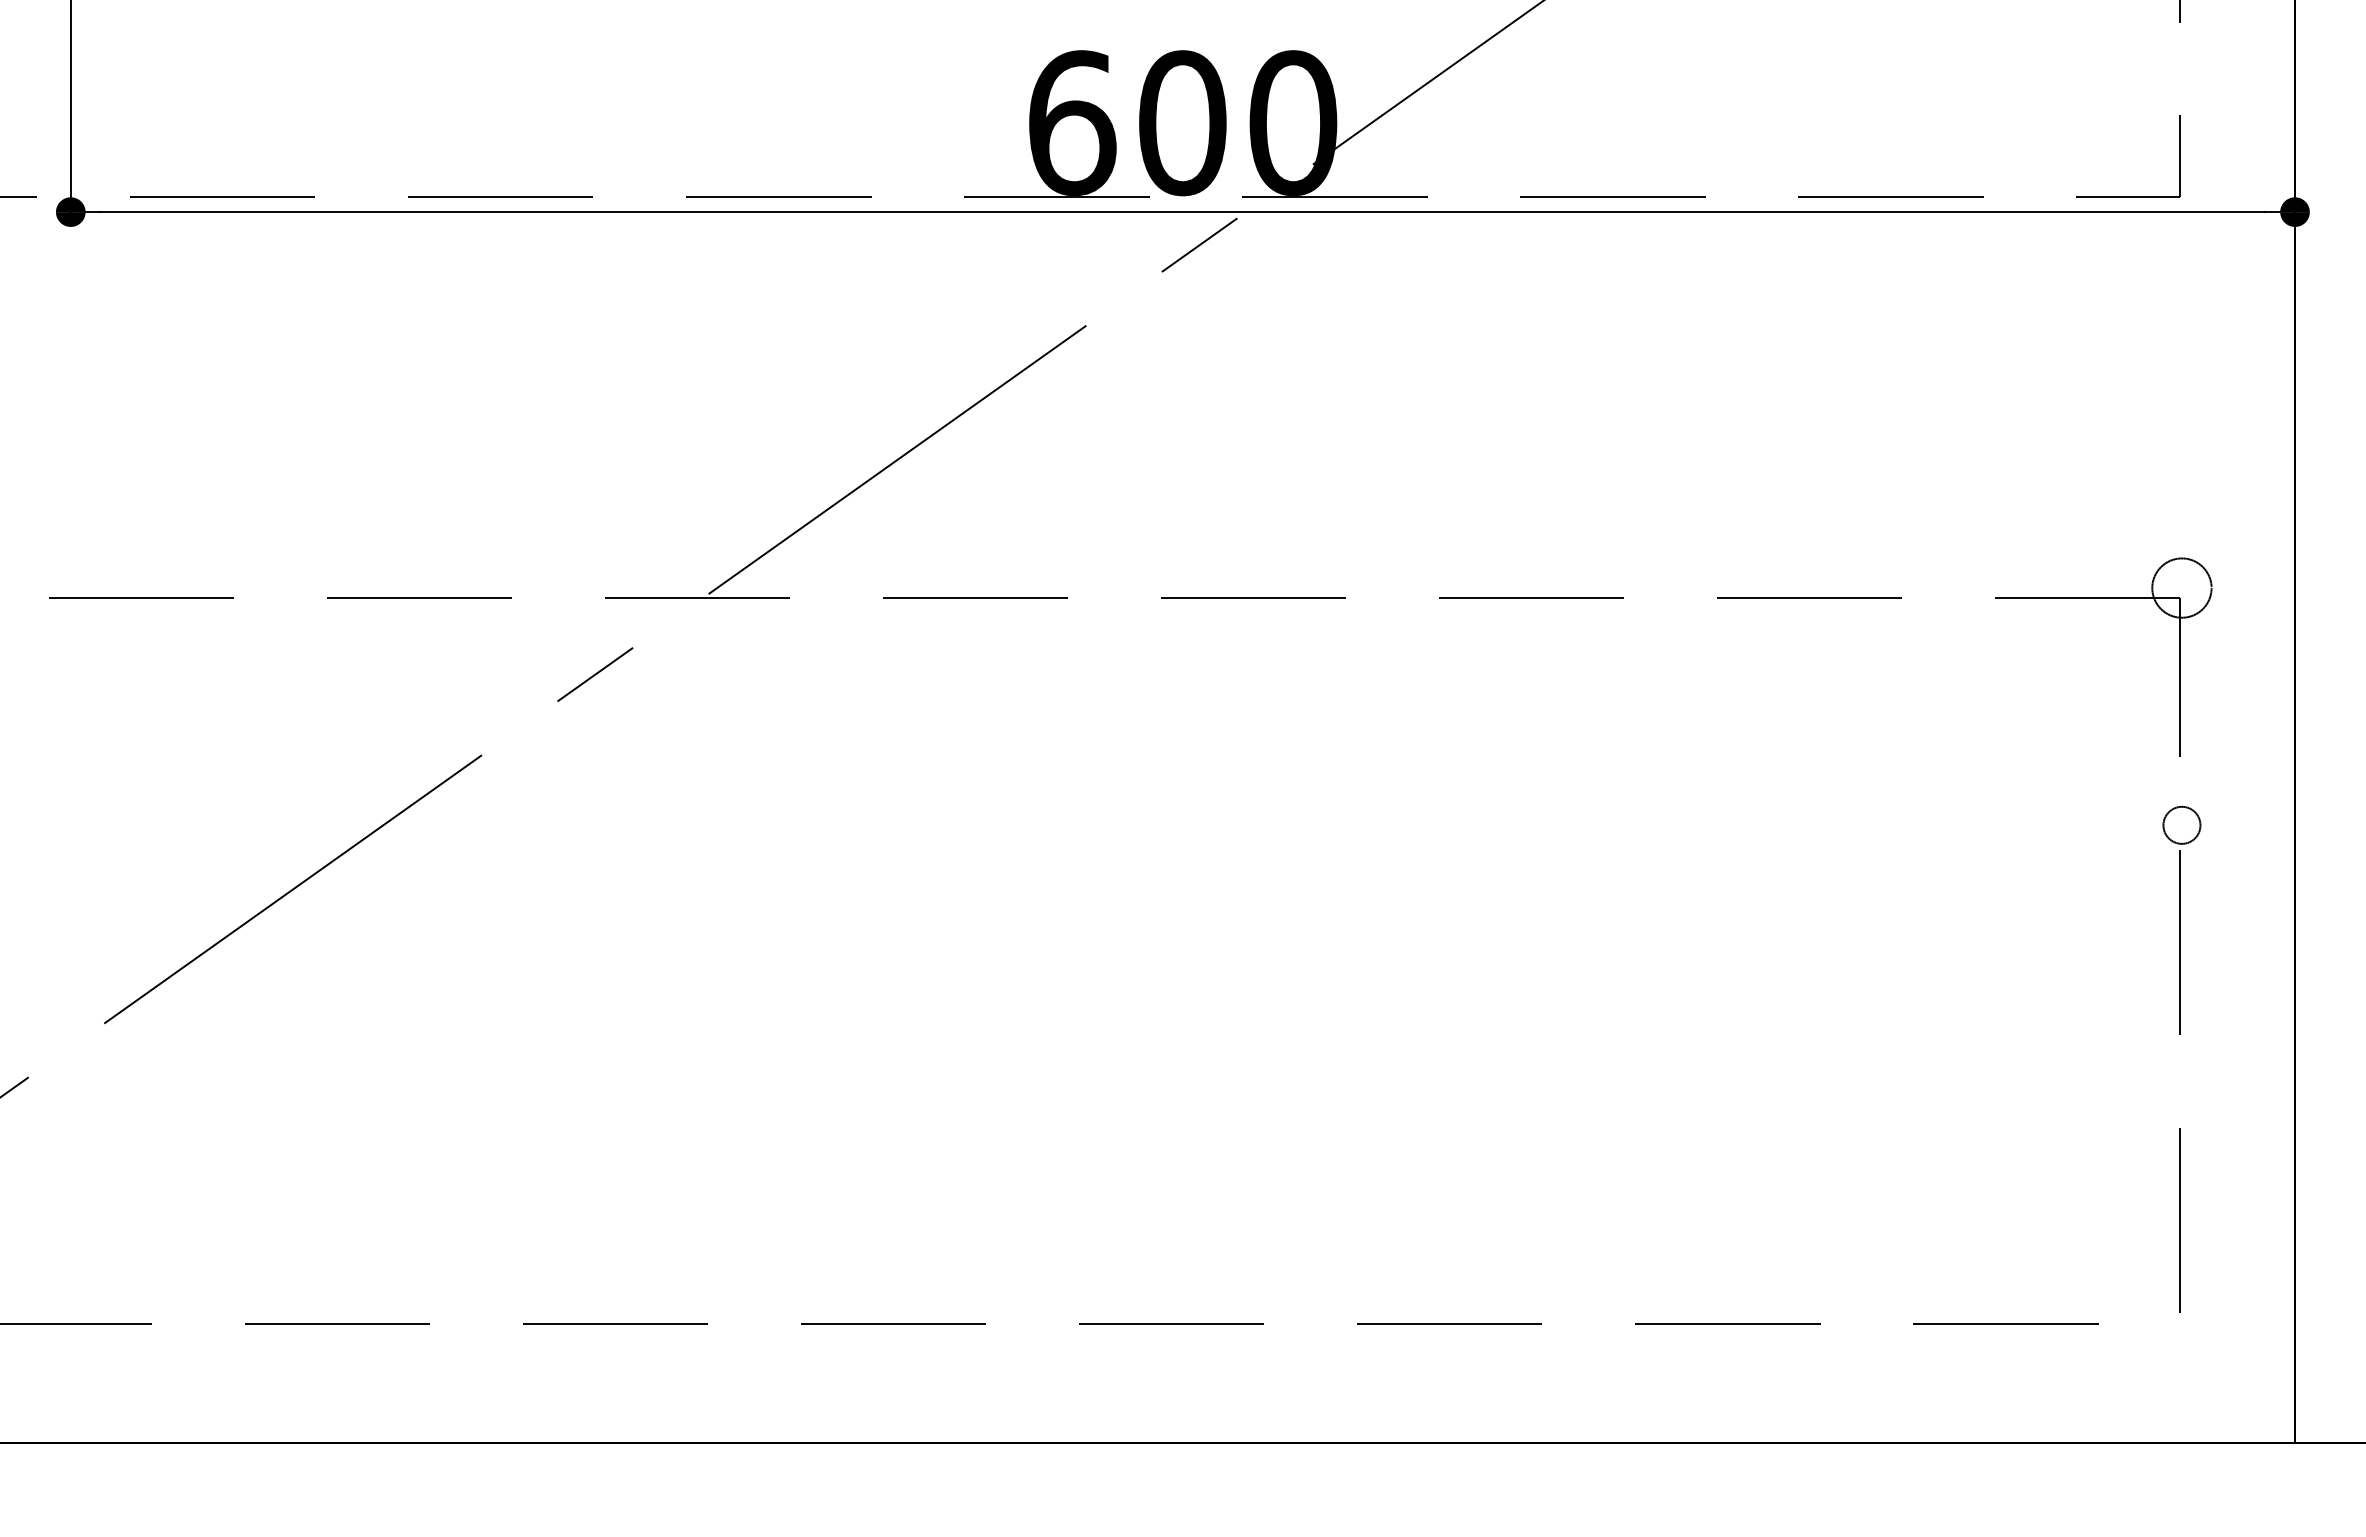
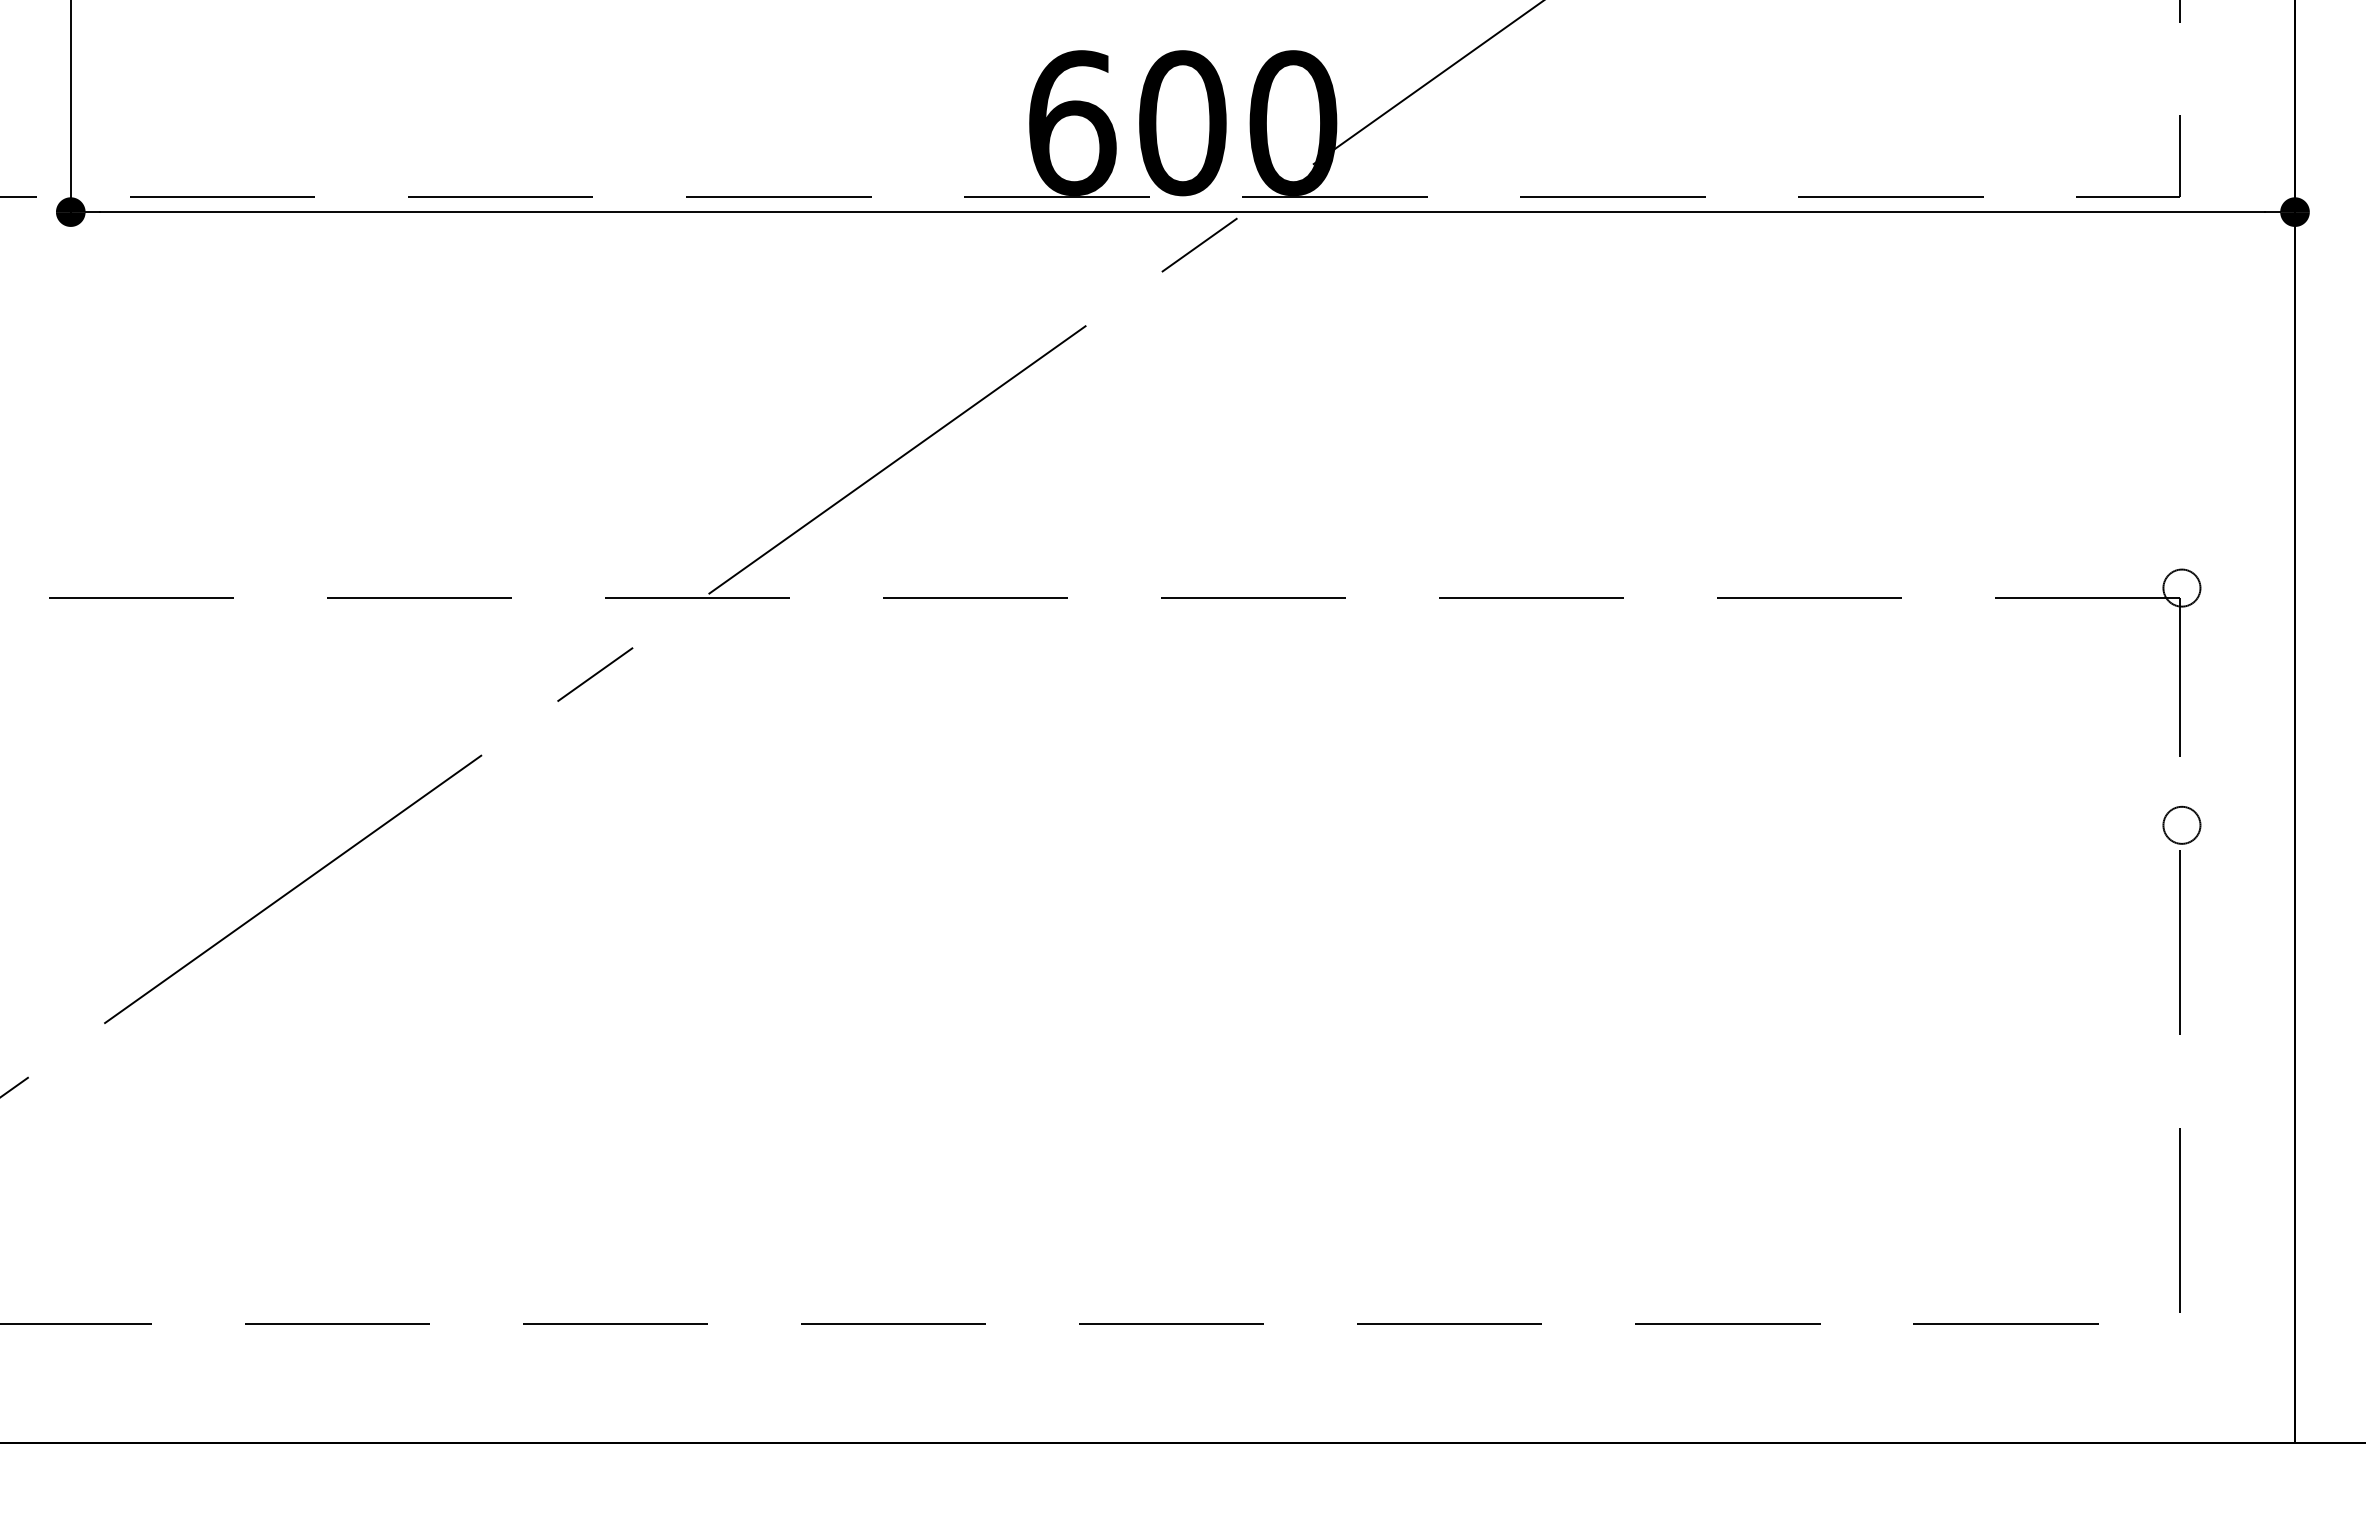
circle at (2181, 587) diameter: 59 px -> 37 px
